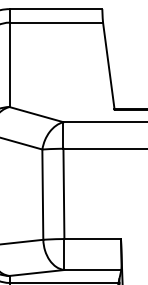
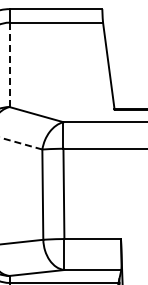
line at (9, 64): solid -> dashed
line at (21, 143): solid -> dashed
